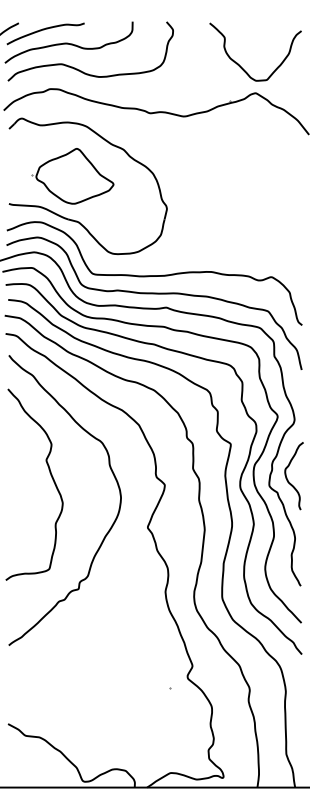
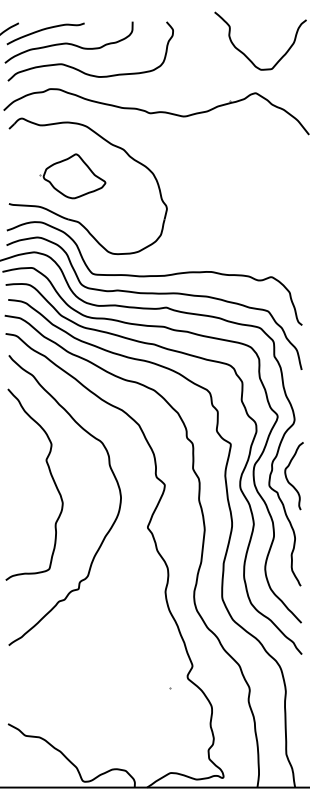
curve at (240, 65) position: (240, 65) -> (245, 54)
part at (72, 176) size: 84x57 px -> 68x47 px
